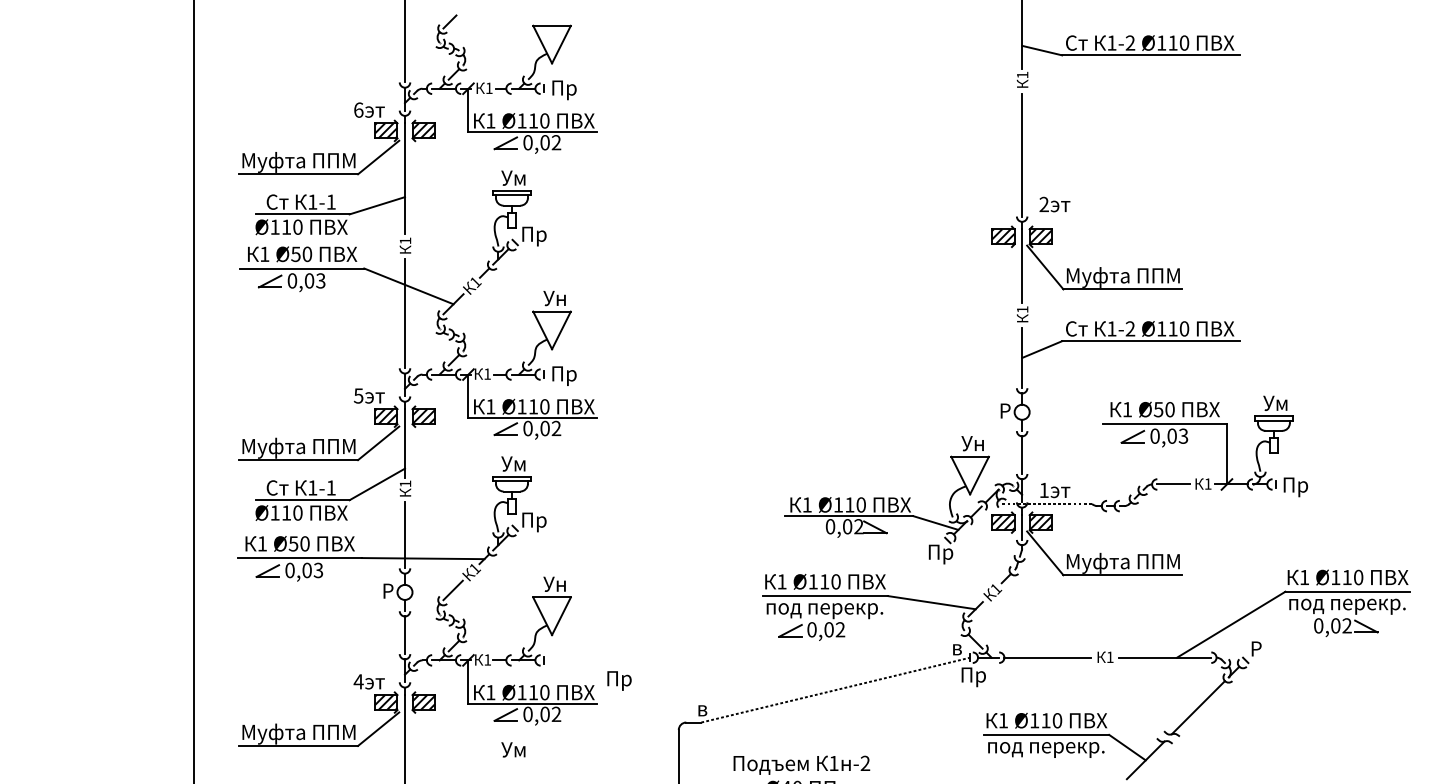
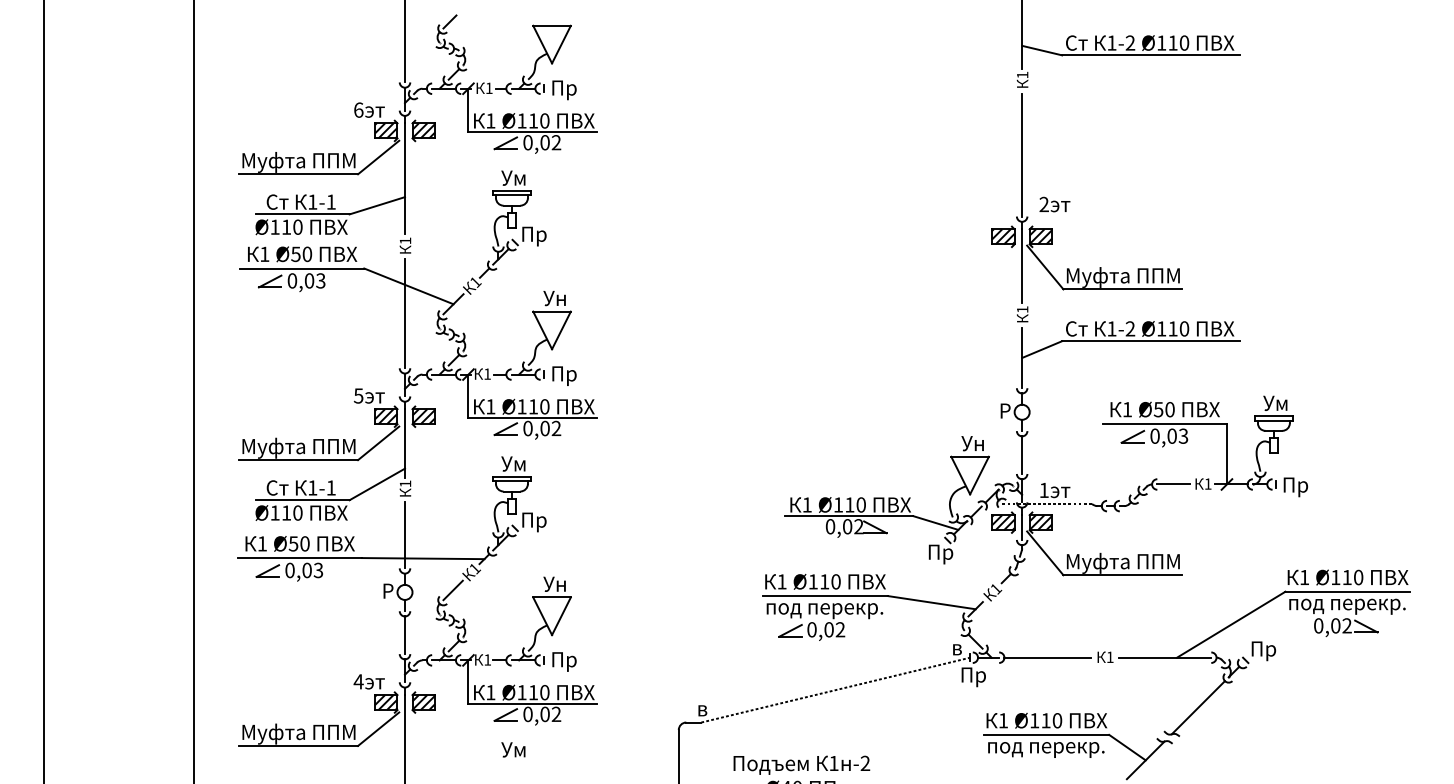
line at (43, 391): none -> present
text at (1264, 651): Р -> Пр
text at (619, 680) position: (619, 680) -> (564, 661)
